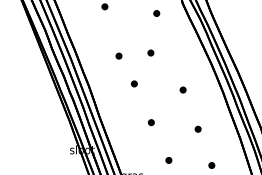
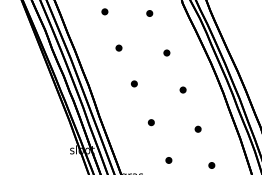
part at (104, 6) position: (104, 6) -> (104, 11)
part at (156, 13) position: (156, 13) -> (149, 13)
part at (150, 52) position: (150, 52) -> (166, 52)
part at (118, 55) position: (118, 55) -> (118, 47)
